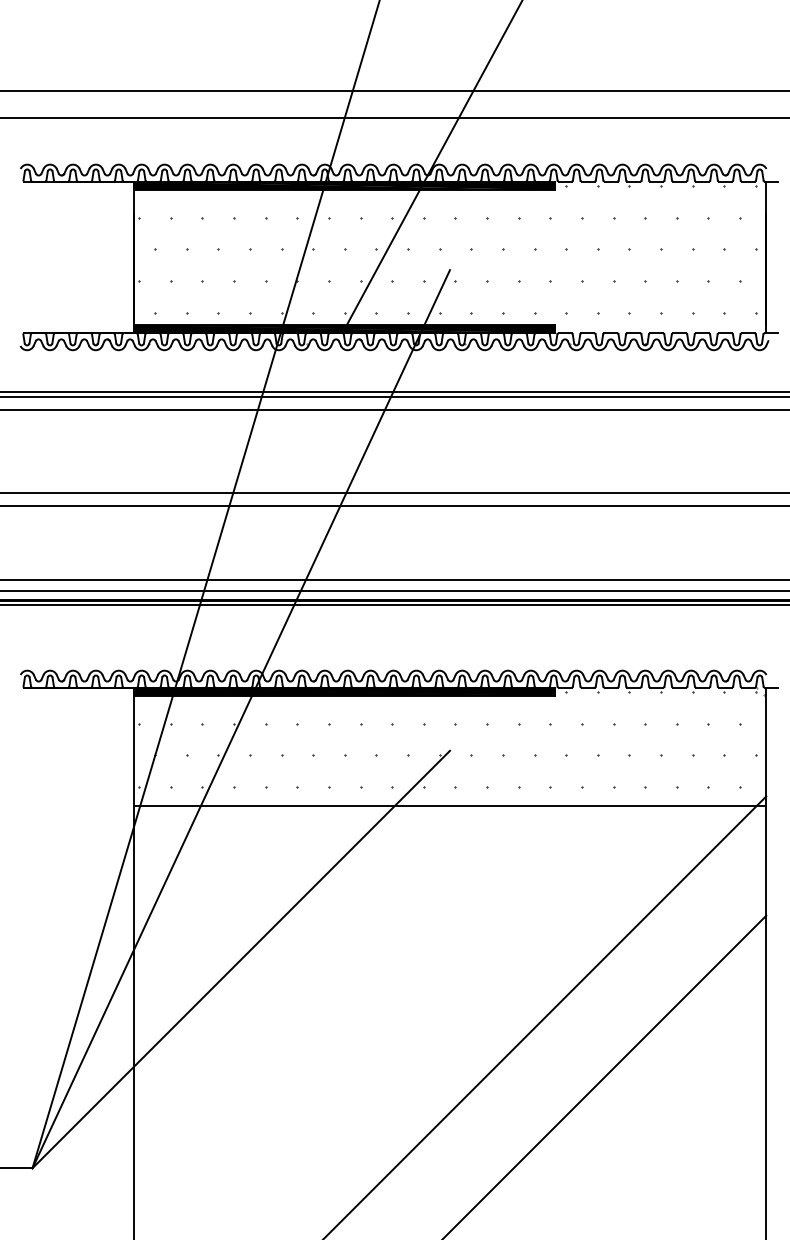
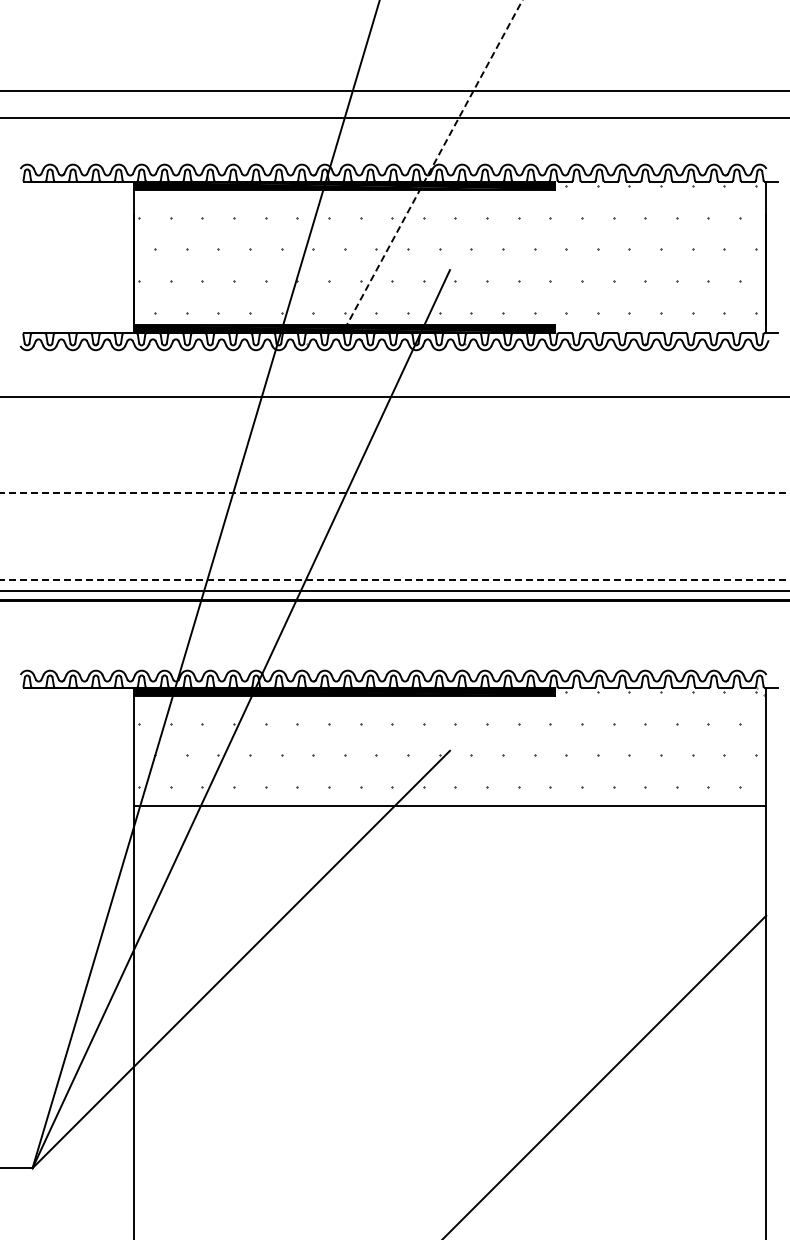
line at (433, 164): solid -> dashed
line at (394, 392): present -> none
line at (394, 410): present -> none
line at (394, 492): solid -> dashed
line at (394, 506): present -> none
line at (394, 580): solid -> dashed
line at (394, 605): present -> none
line at (546, 1016): present -> none
